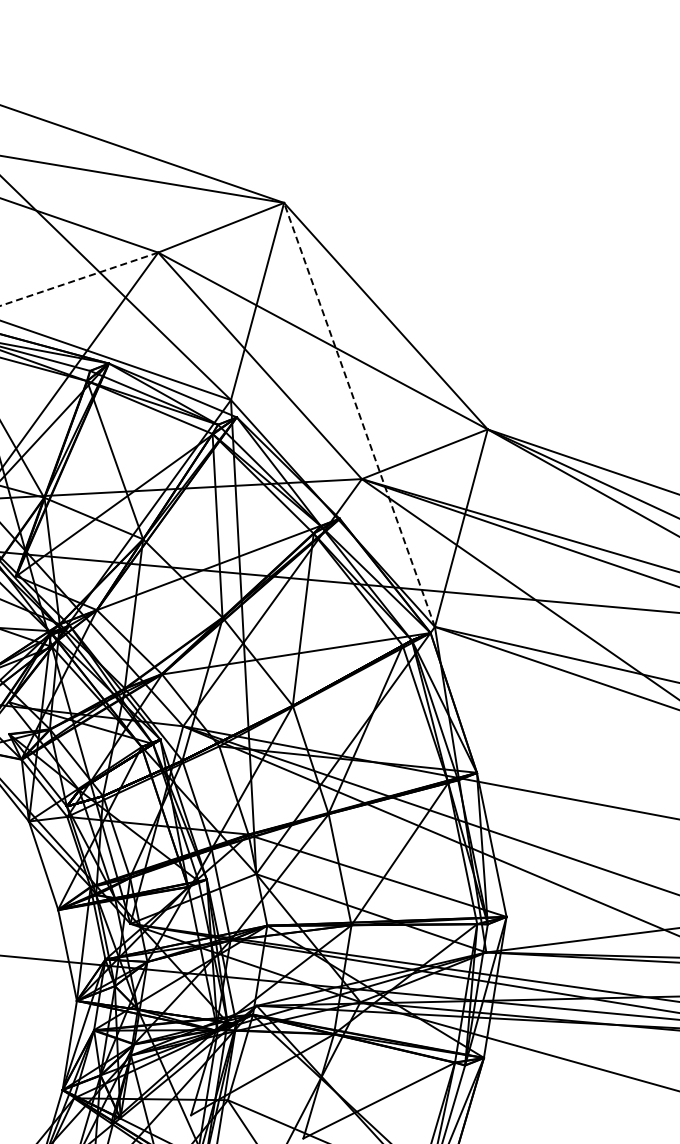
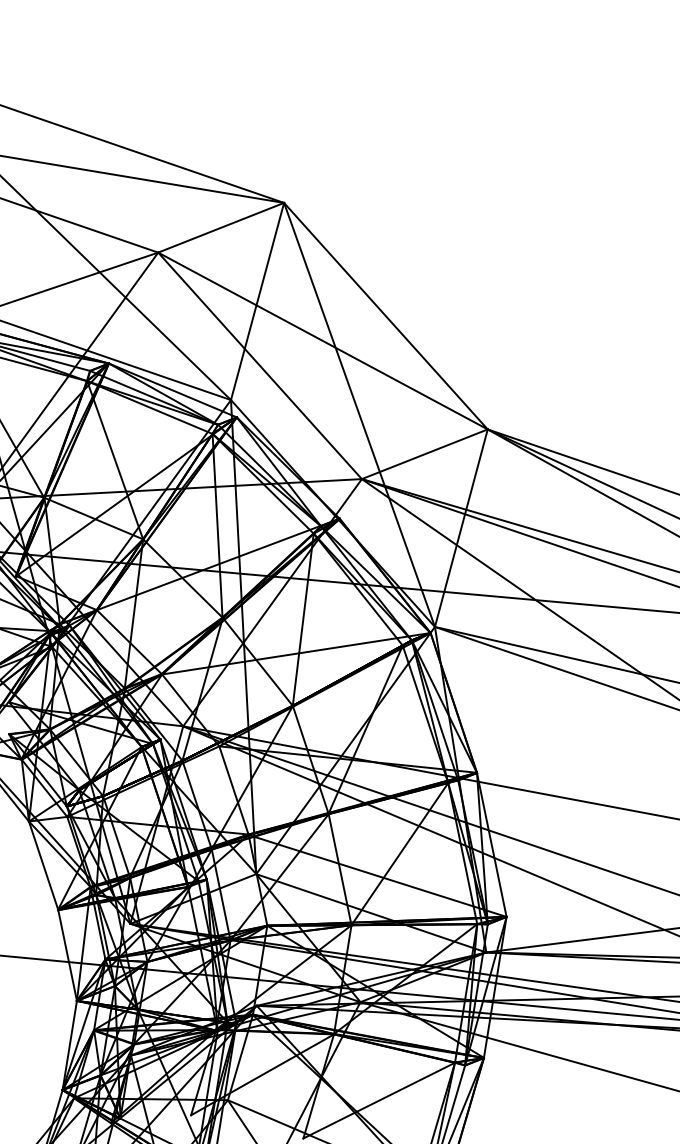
line at (78, 279): dashed -> solid
line at (359, 414): dashed -> solid
